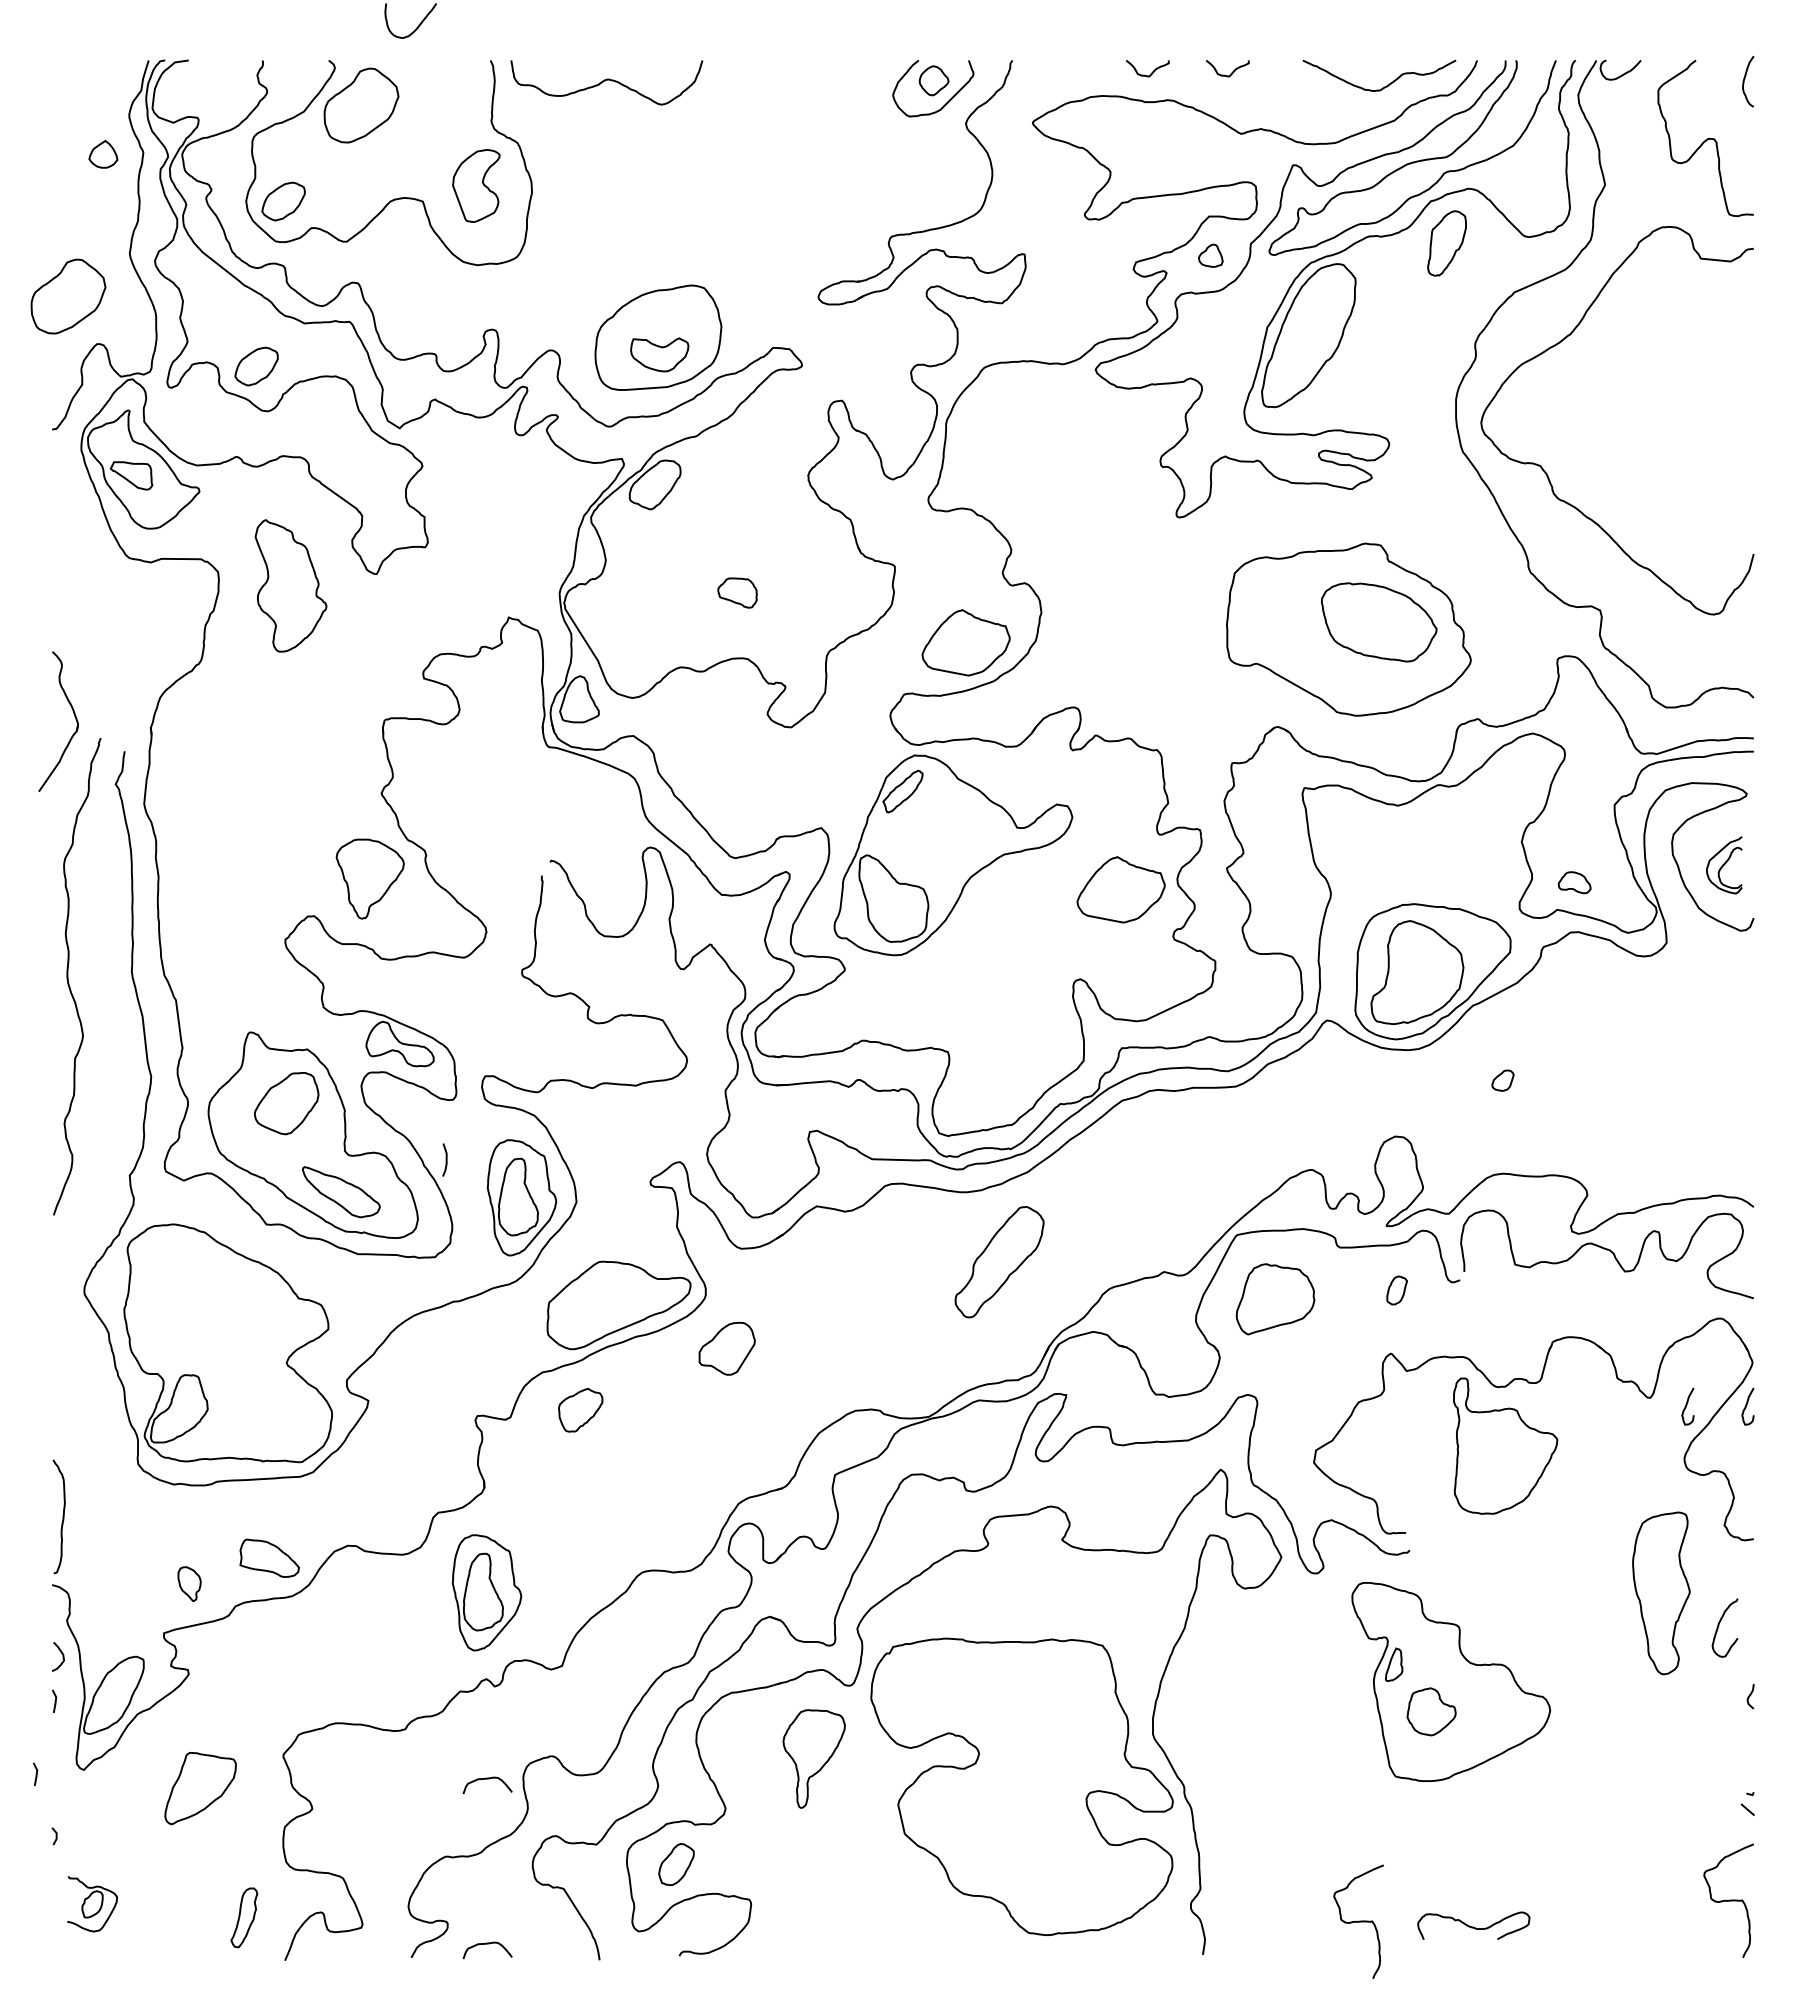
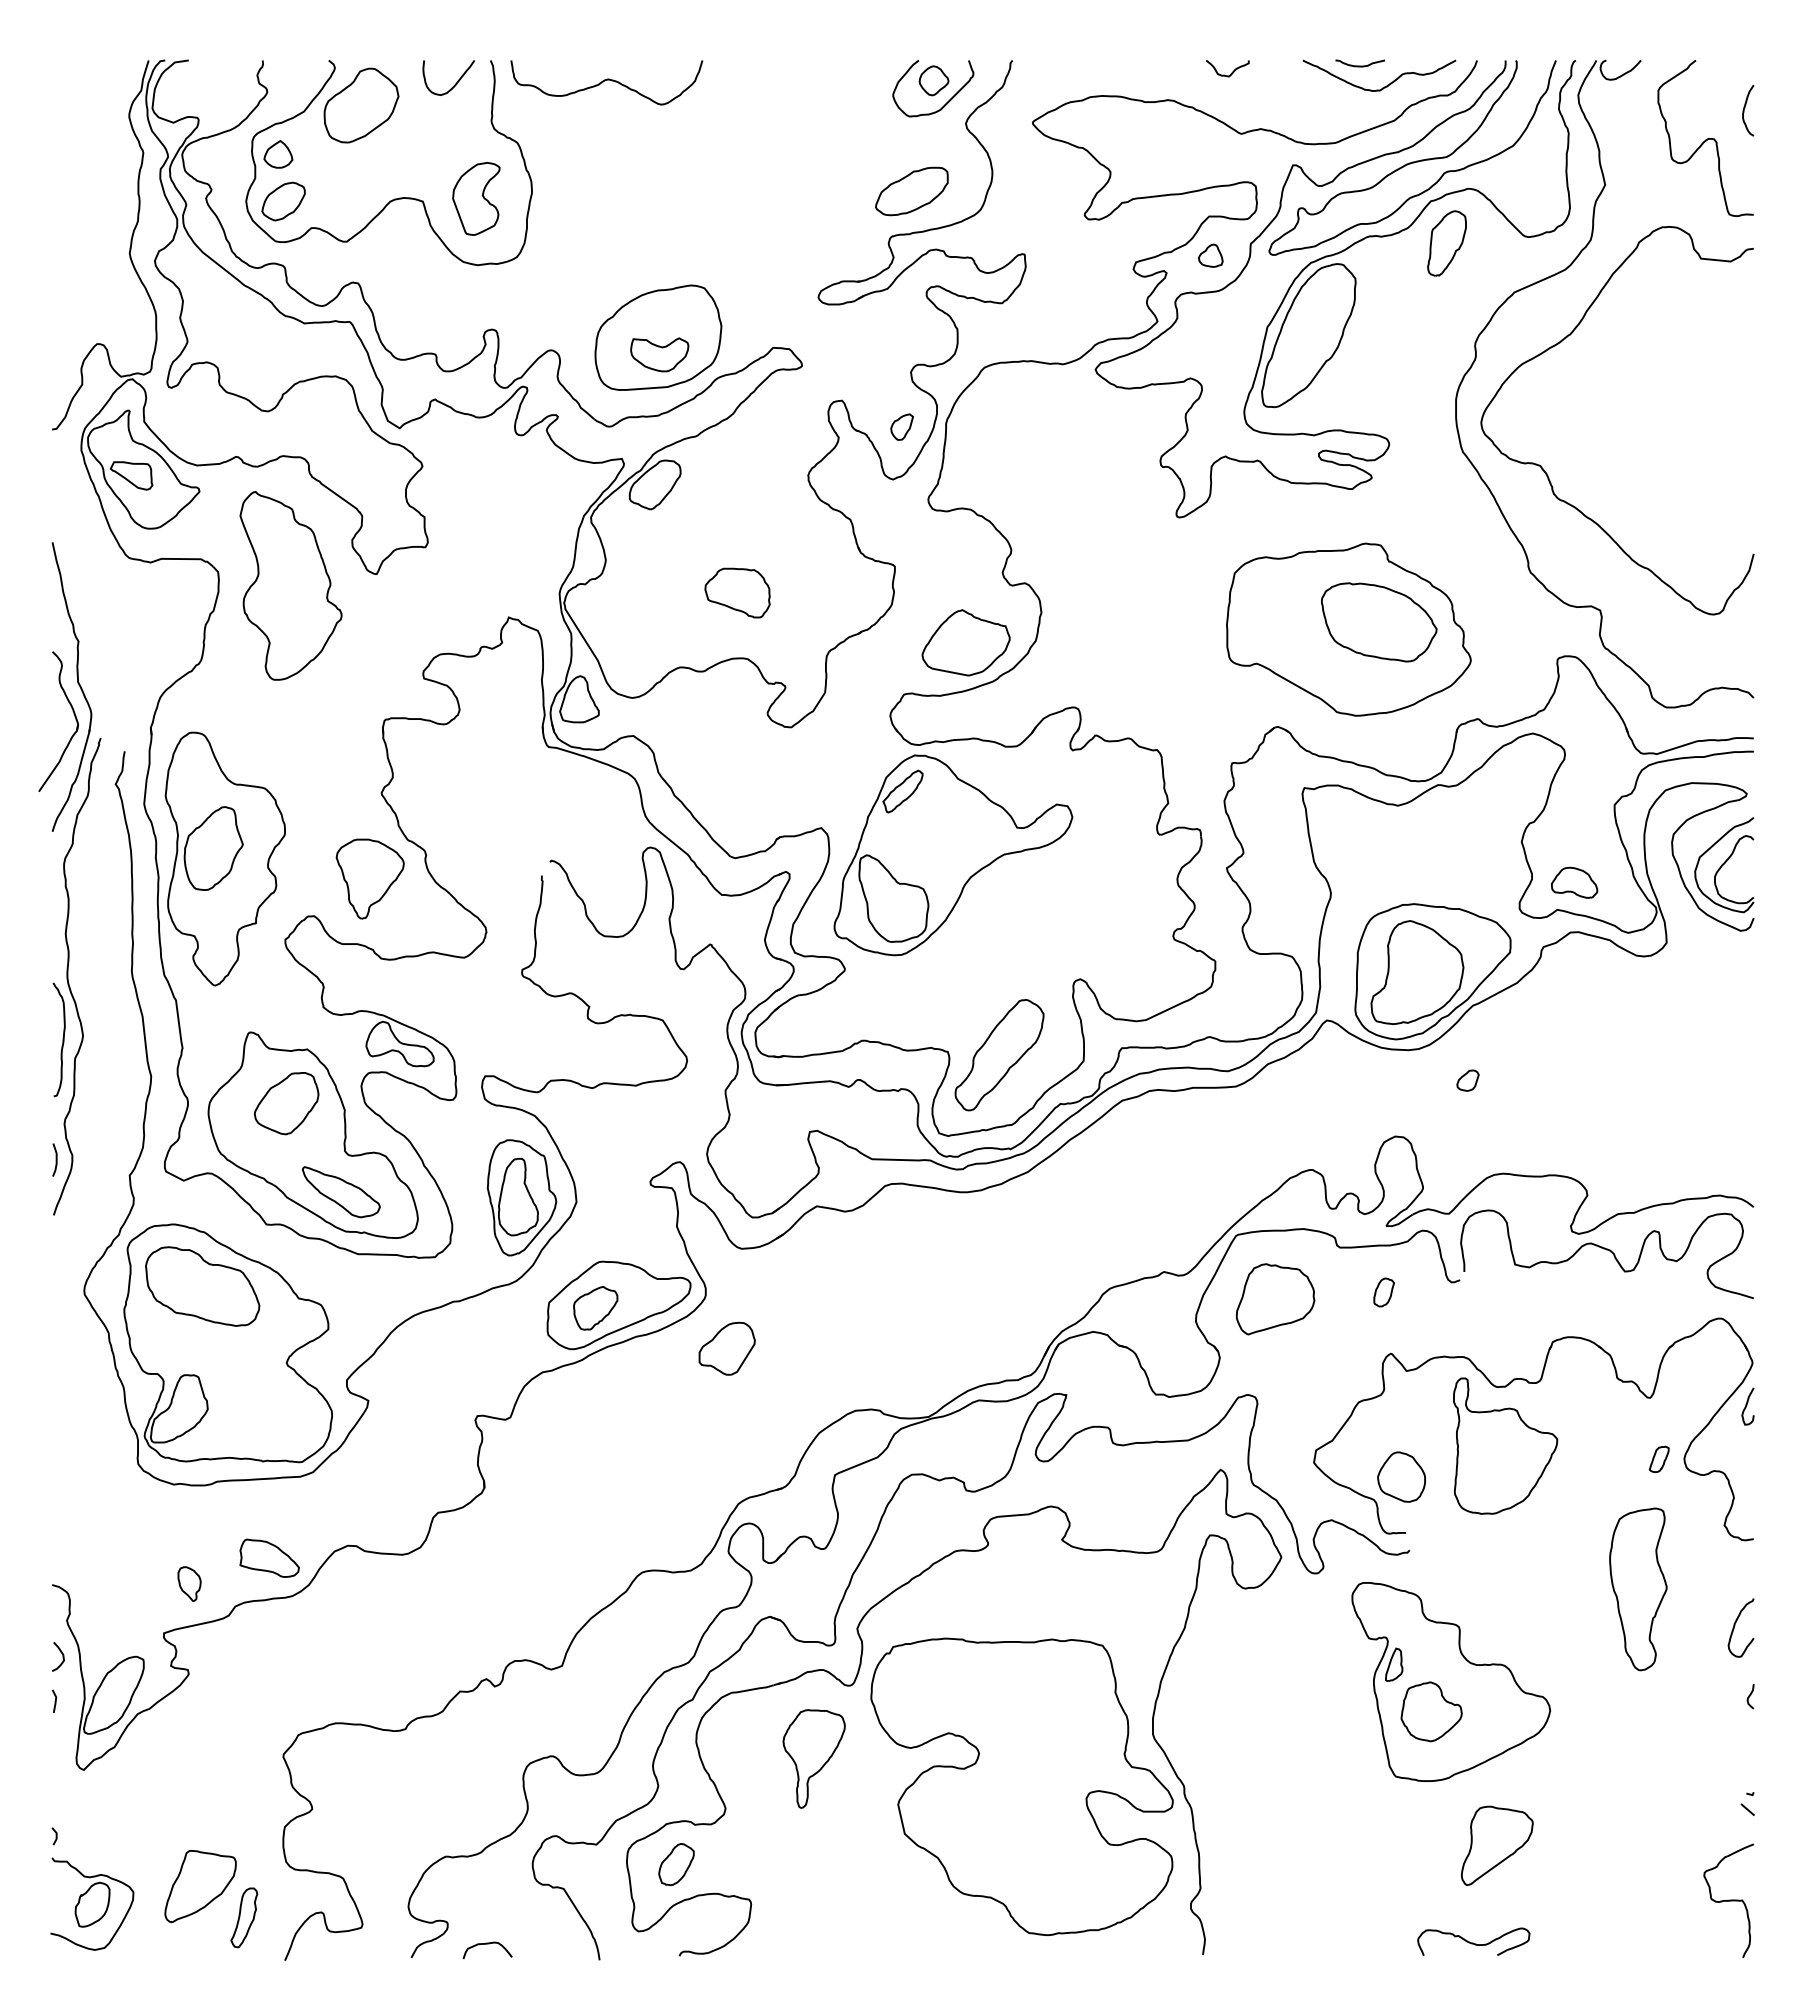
curve at (417, 26) position: (417, 26) -> (455, 83)
curve at (1359, 65): none -> present
curve at (1151, 72): present -> none
curve at (1745, 79) position: (1745, 79) -> (1745, 108)
part at (103, 154) position: (103, 154) -> (278, 154)
part at (476, 185) position: (476, 185) -> (476, 198)
part at (911, 191): none -> present
part at (68, 296): present -> none
part at (256, 366): present -> none
part at (901, 426): none -> present
part at (290, 585) size: 74x134 px -> 104x190 px
part at (737, 592) size: 41x32 px -> 67x52 px
part at (77, 683): none -> present
part at (224, 858): none -> present
part at (1724, 865) size: 37x59 px -> 61x97 px
part at (1574, 882) size: 35x24 px -> 48x33 px
part at (1120, 889): present -> none
part at (1502, 1080) position: (1502, 1080) -> (1467, 1080)
curve at (445, 1159) position: (445, 1159) -> (55, 1159)
part at (999, 1262) position: (999, 1262) -> (999, 1055)
part at (202, 1286): none -> present
part at (1396, 1290) position: (1396, 1290) -> (1383, 1292)
curve at (1687, 1405): present -> none
part at (580, 1410) position: (580, 1410) -> (595, 1308)
part at (1658, 1458): none -> present
part at (1401, 1476): none -> present
curve at (62, 1516) position: (62, 1516) -> (62, 1039)
part at (486, 1592): present -> none
part at (1661, 1593) position: (1661, 1593) -> (1638, 1589)
curve at (1719, 1625) position: (1719, 1625) -> (1735, 1625)
part at (1431, 1711) size: 51x50 px -> 63x62 px
line at (36, 1773): present -> none
curve at (487, 1779): present -> none
part at (200, 1788) position: (200, 1788) -> (200, 1886)
part at (1497, 1845): none -> present
part at (92, 1904) size: 51x57 px -> 85x94 px
curve at (1358, 1921): present -> none
curve at (1473, 1926) position: (1473, 1926) -> (1473, 1942)
